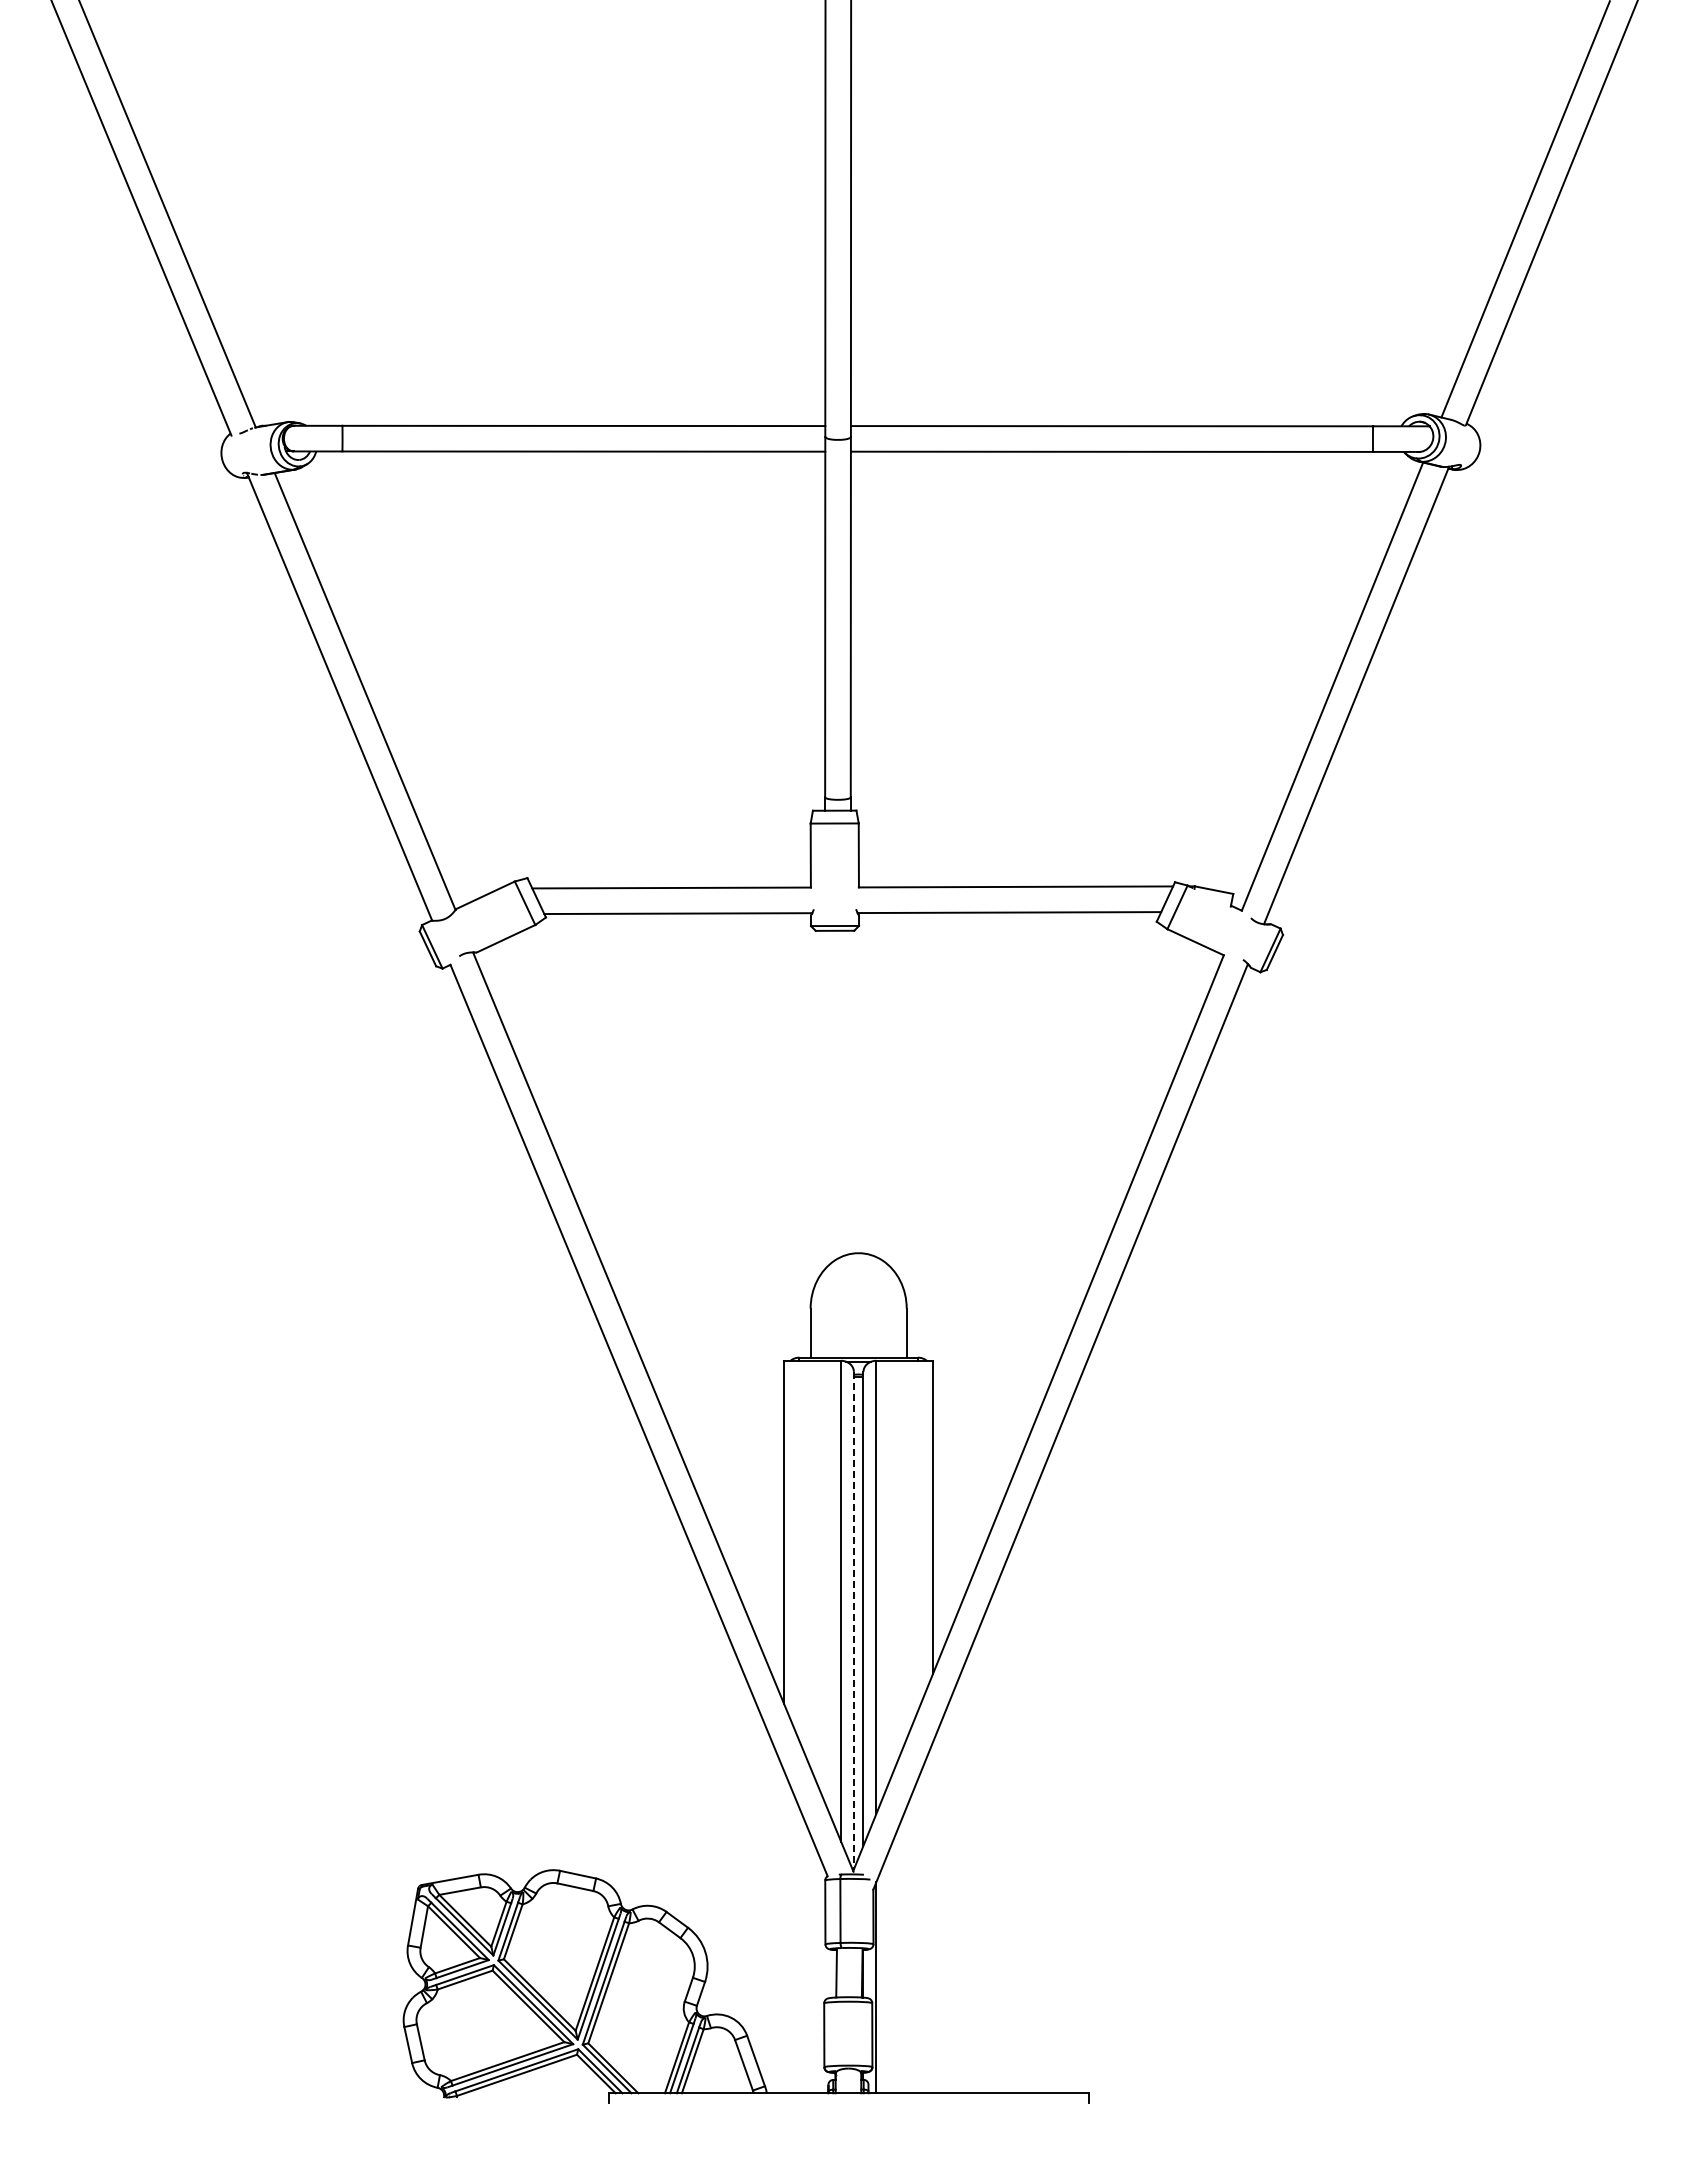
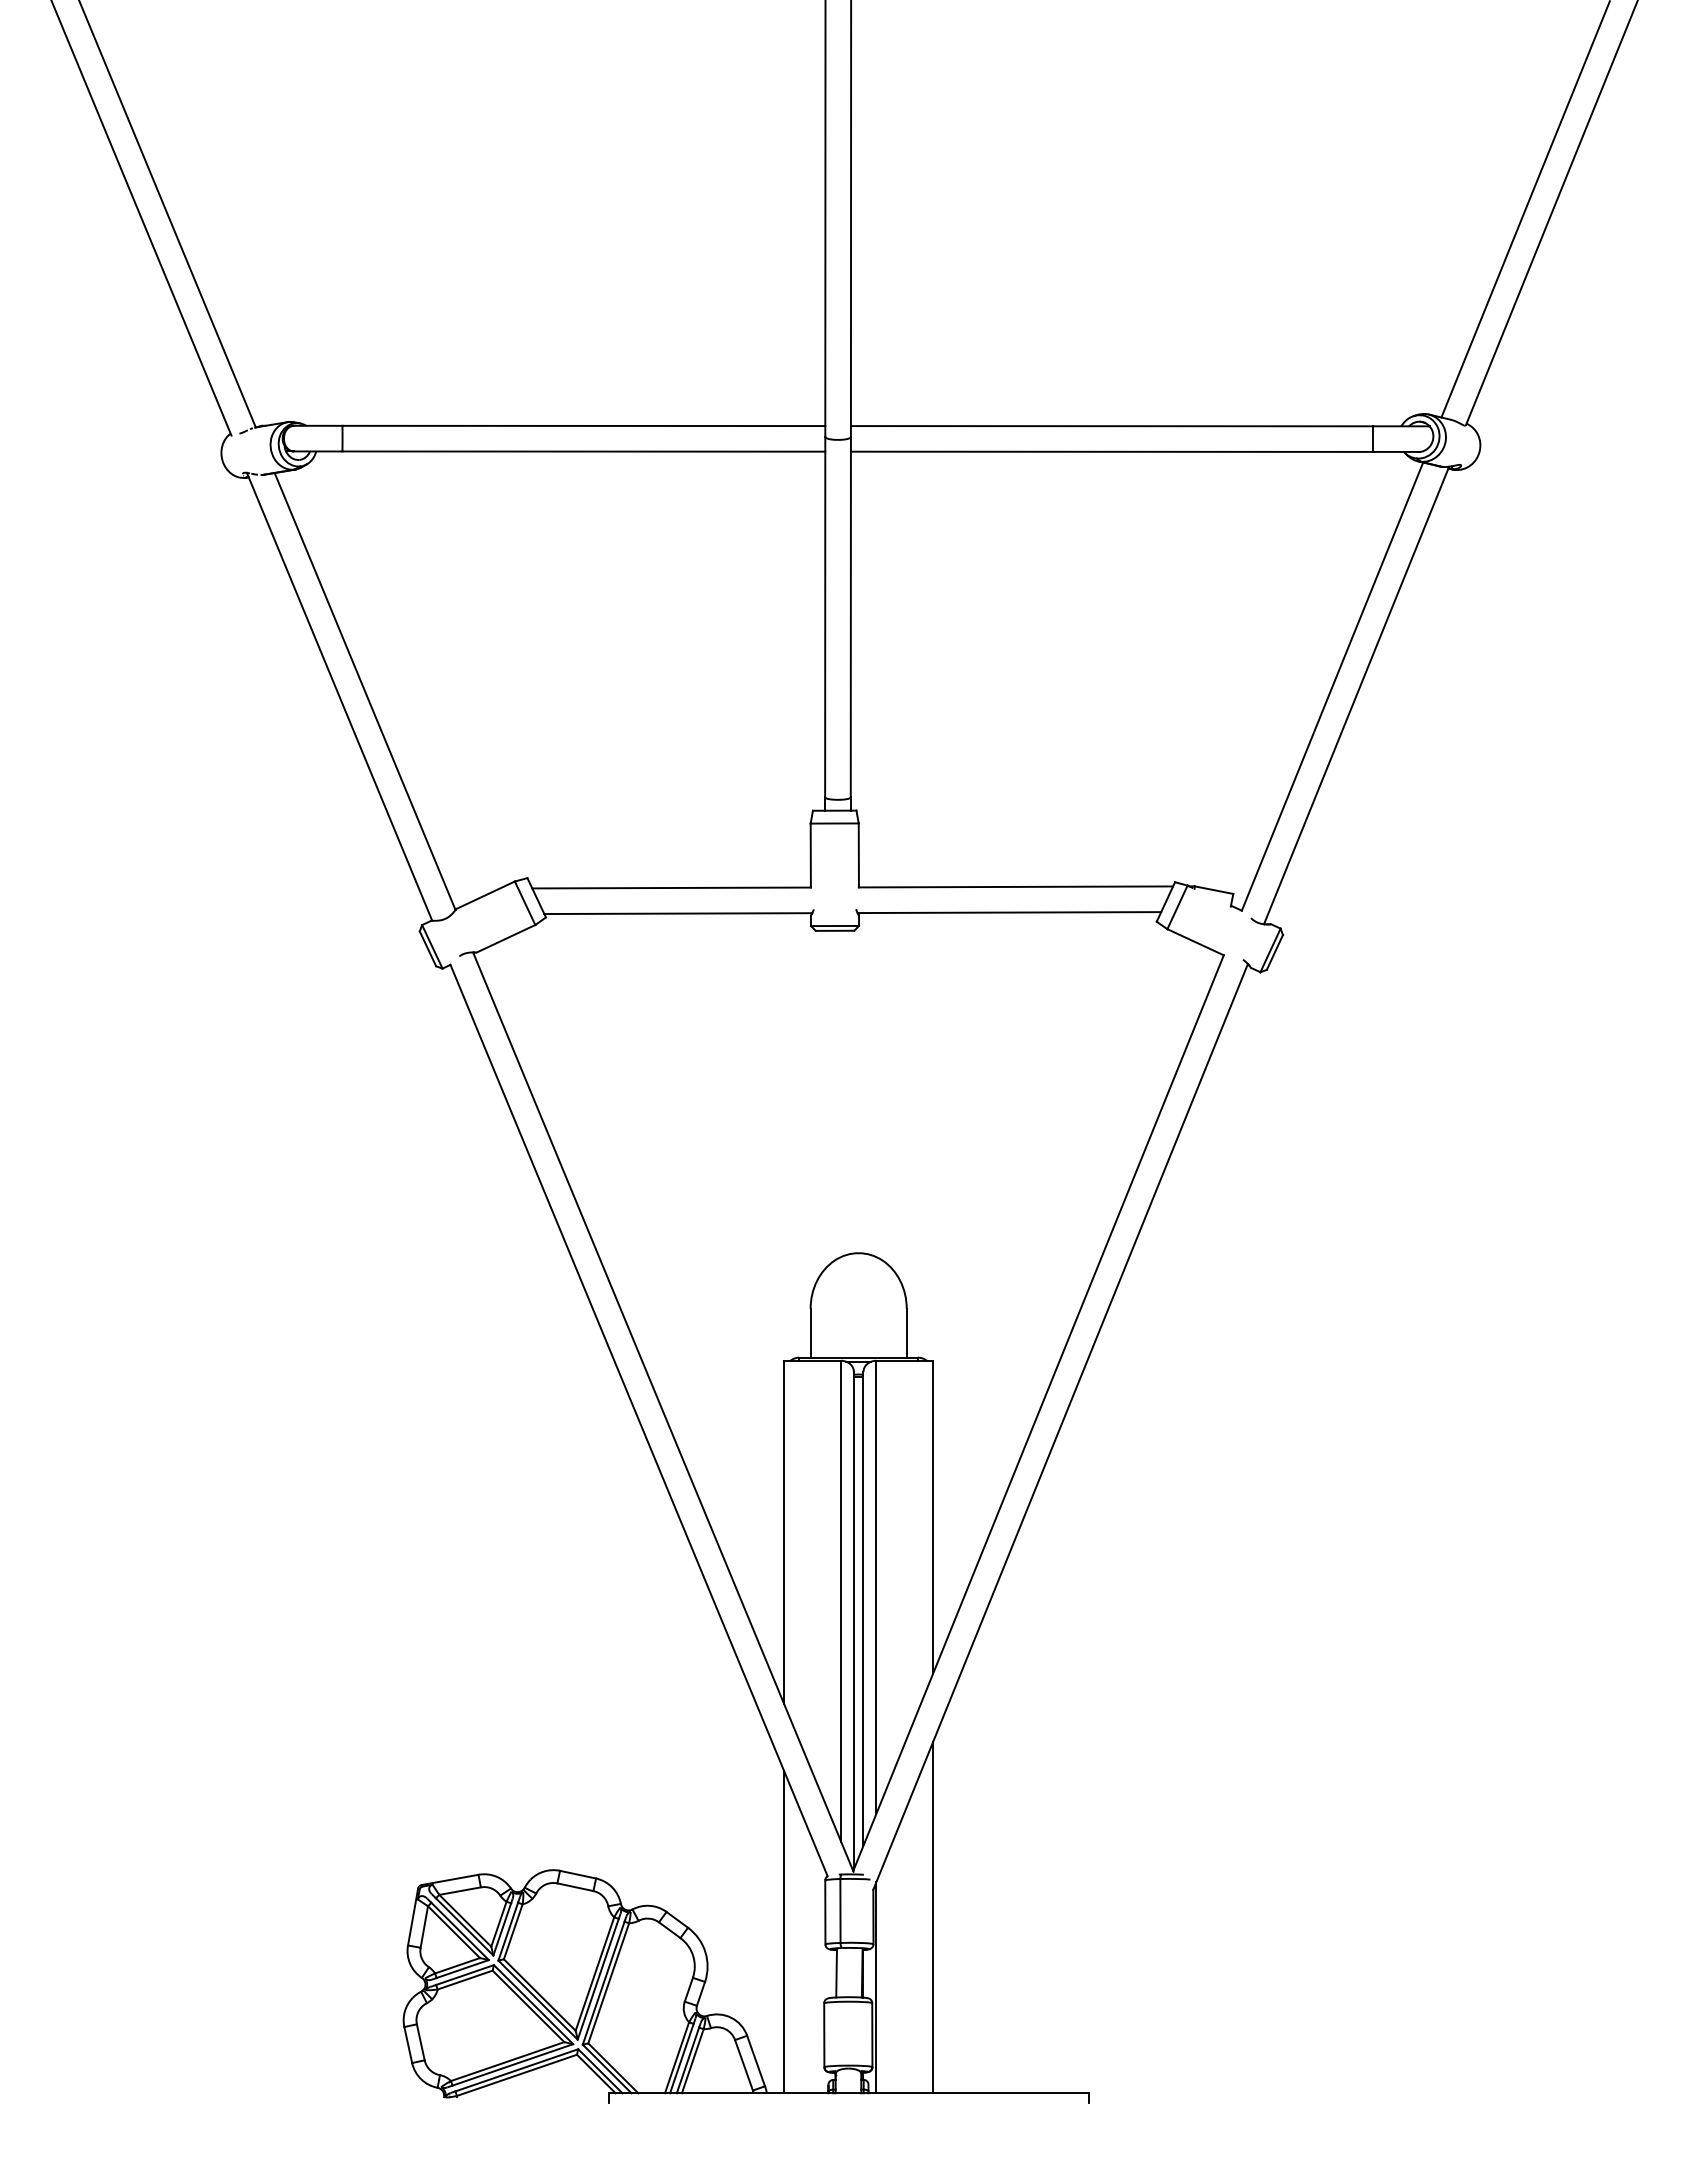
line at (853, 1620): dashed -> solid
line at (933, 1917): none -> present
line at (784, 1932): none -> present
